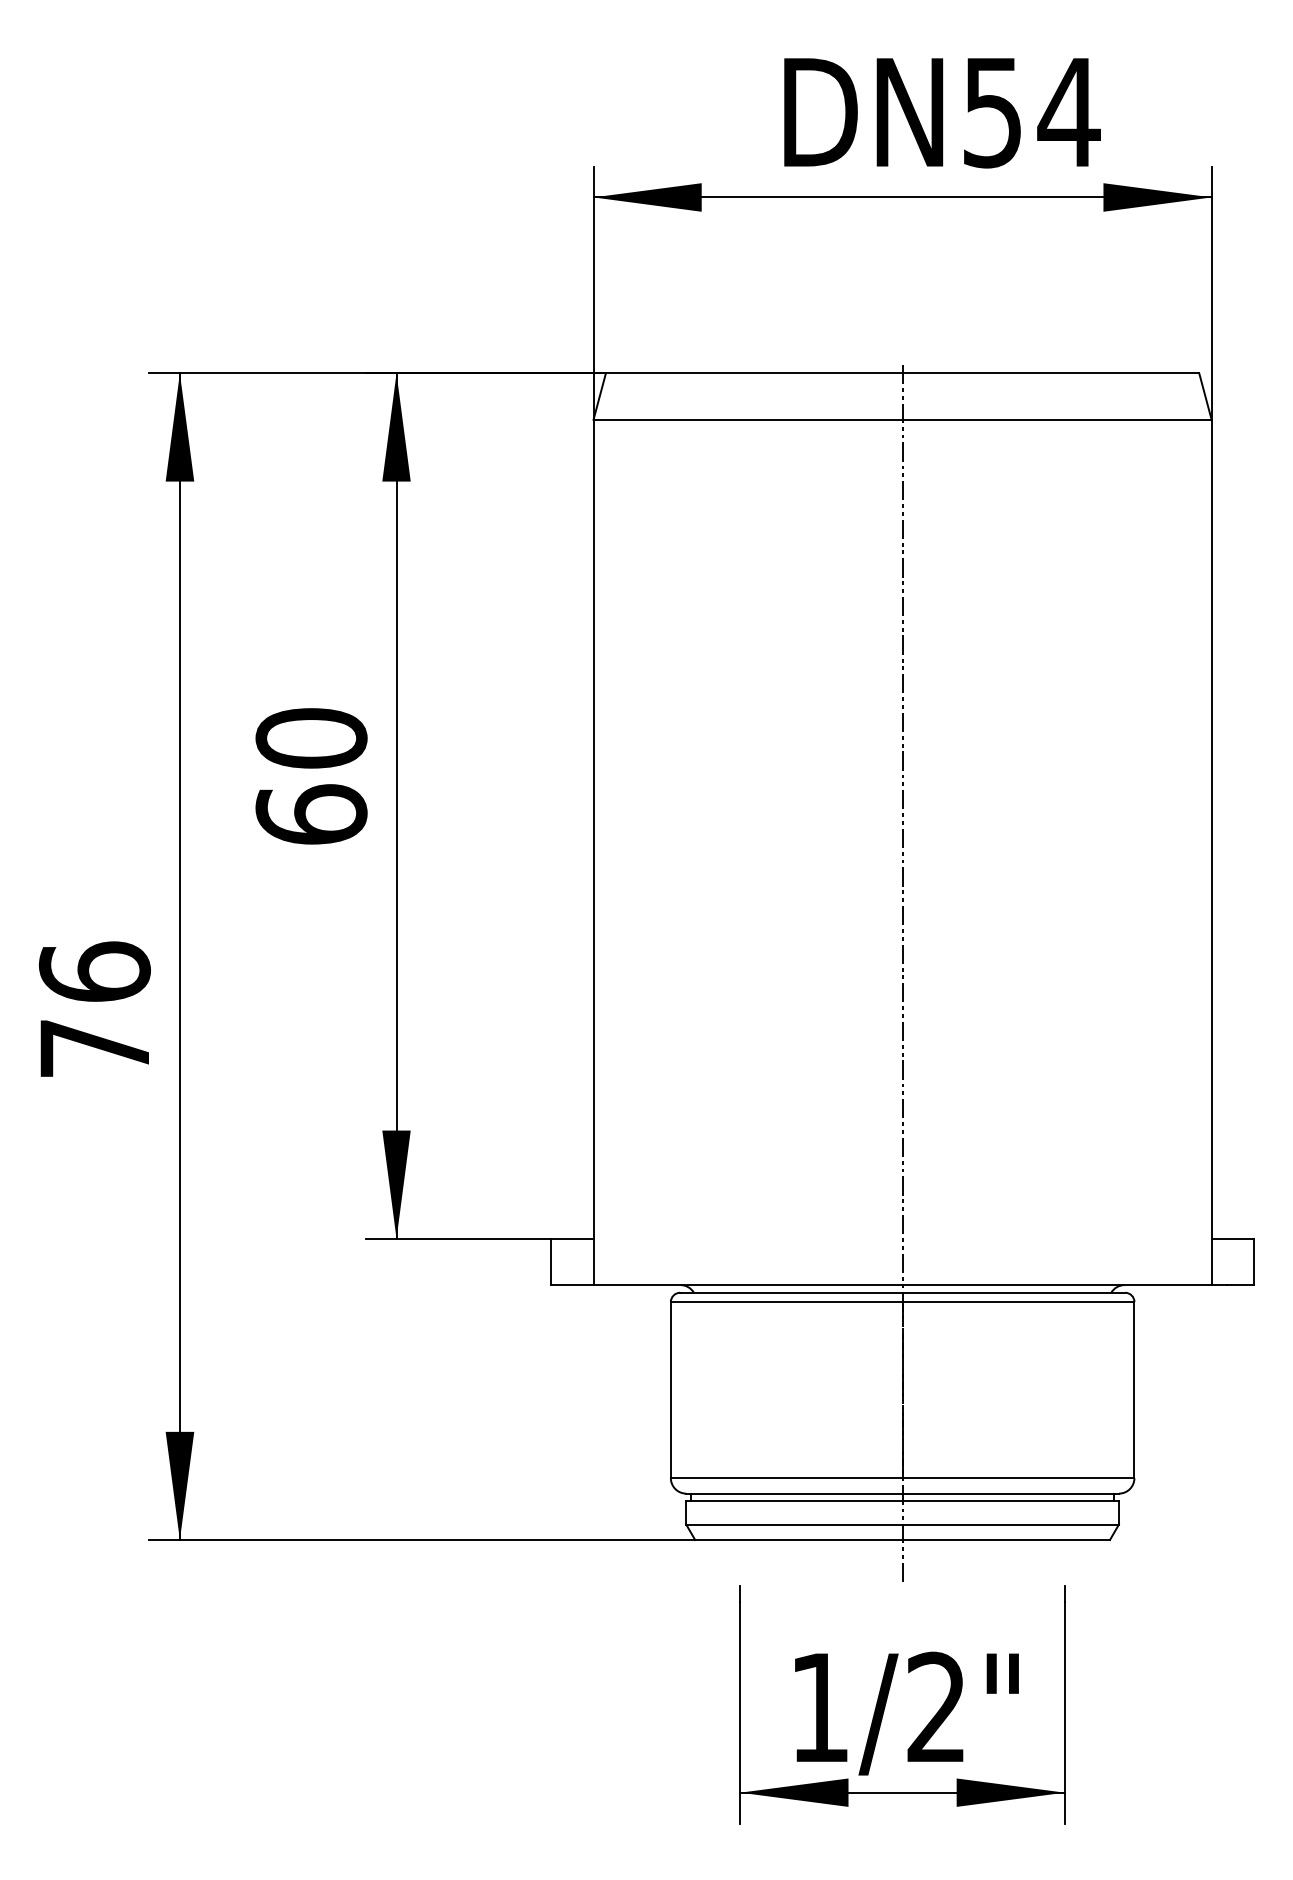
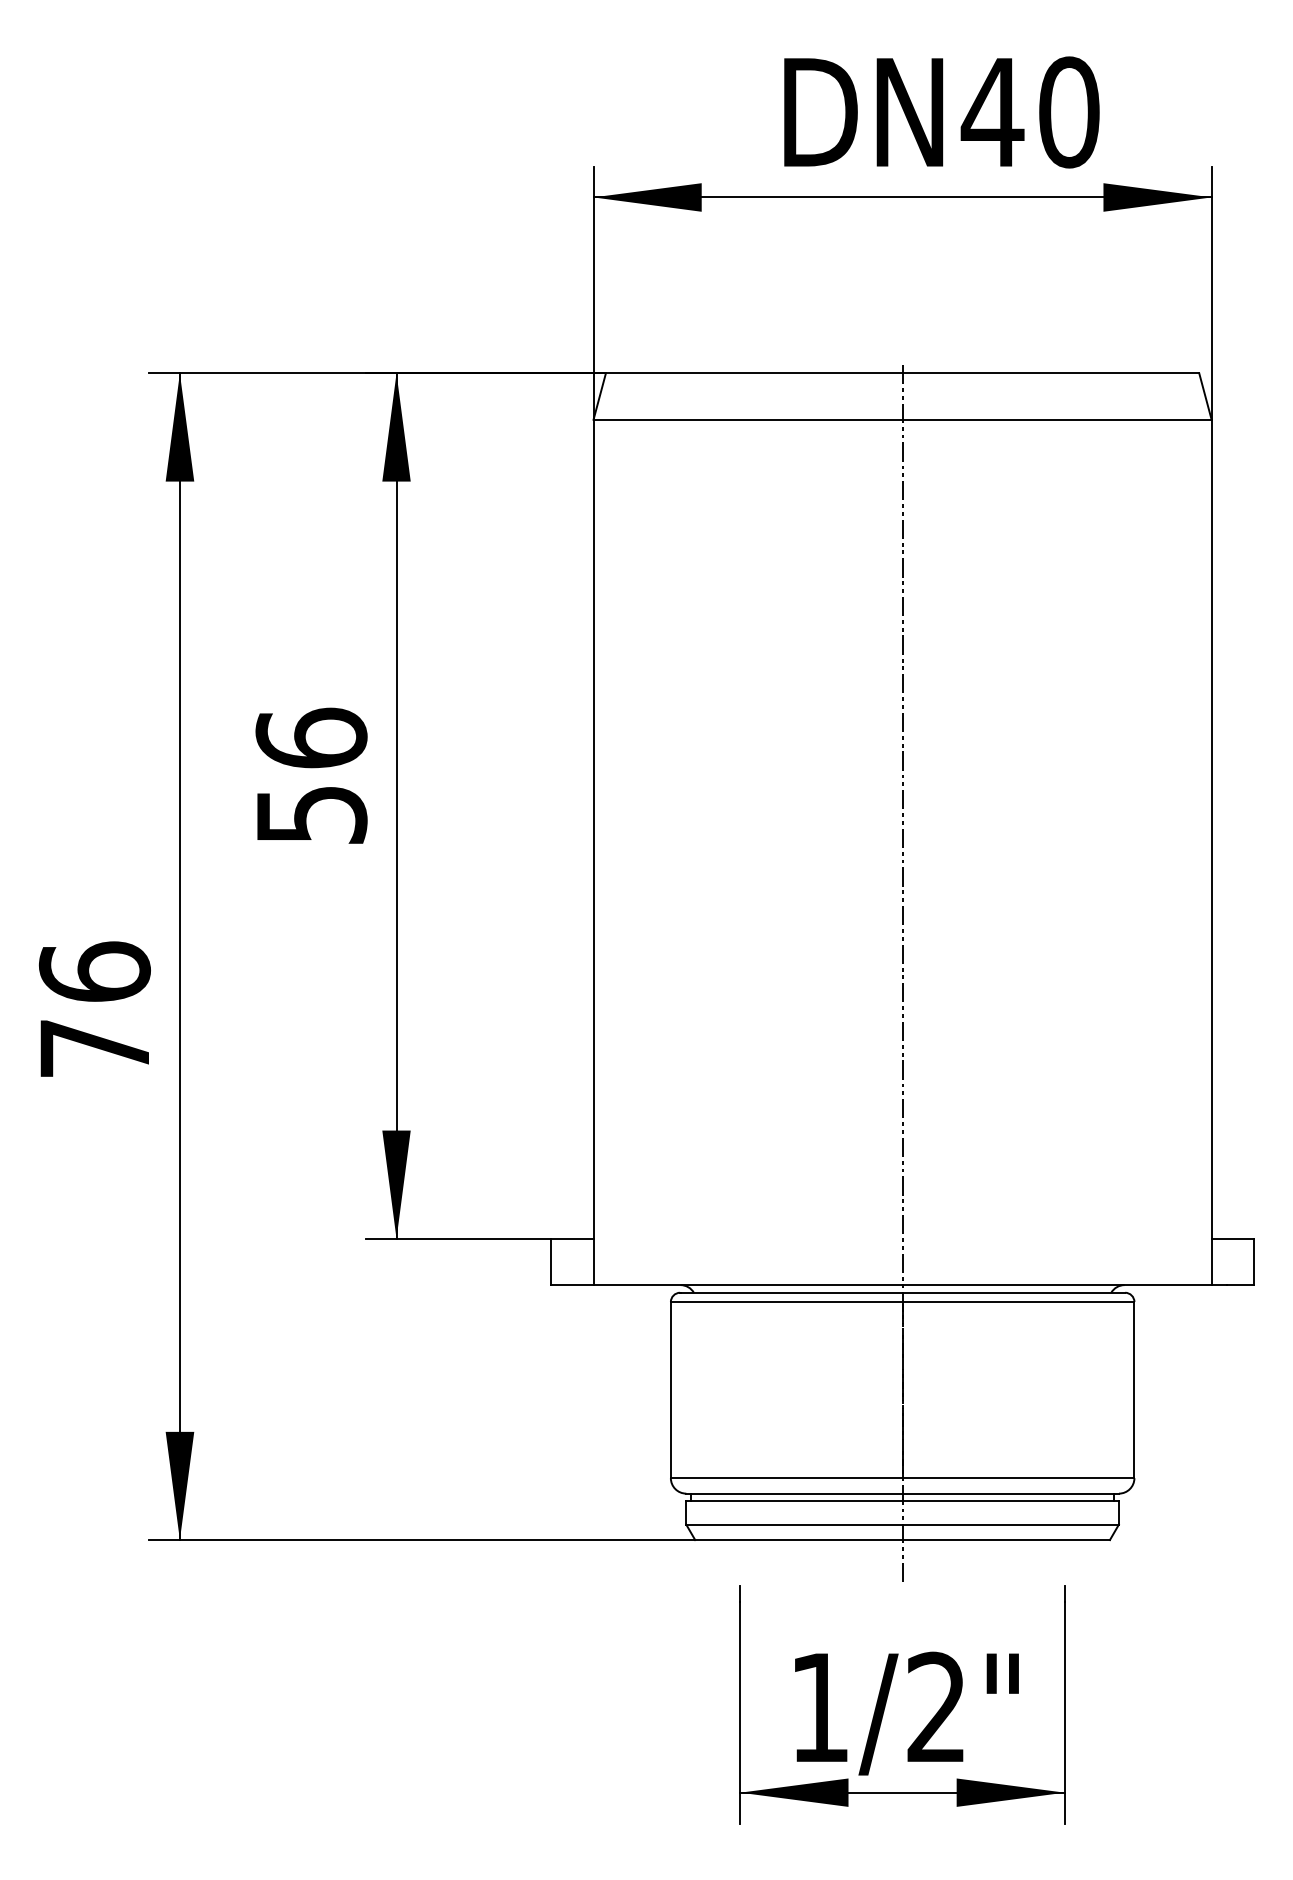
text at (1030, 112): 54 -> 40
text at (311, 775): 60 -> 56
